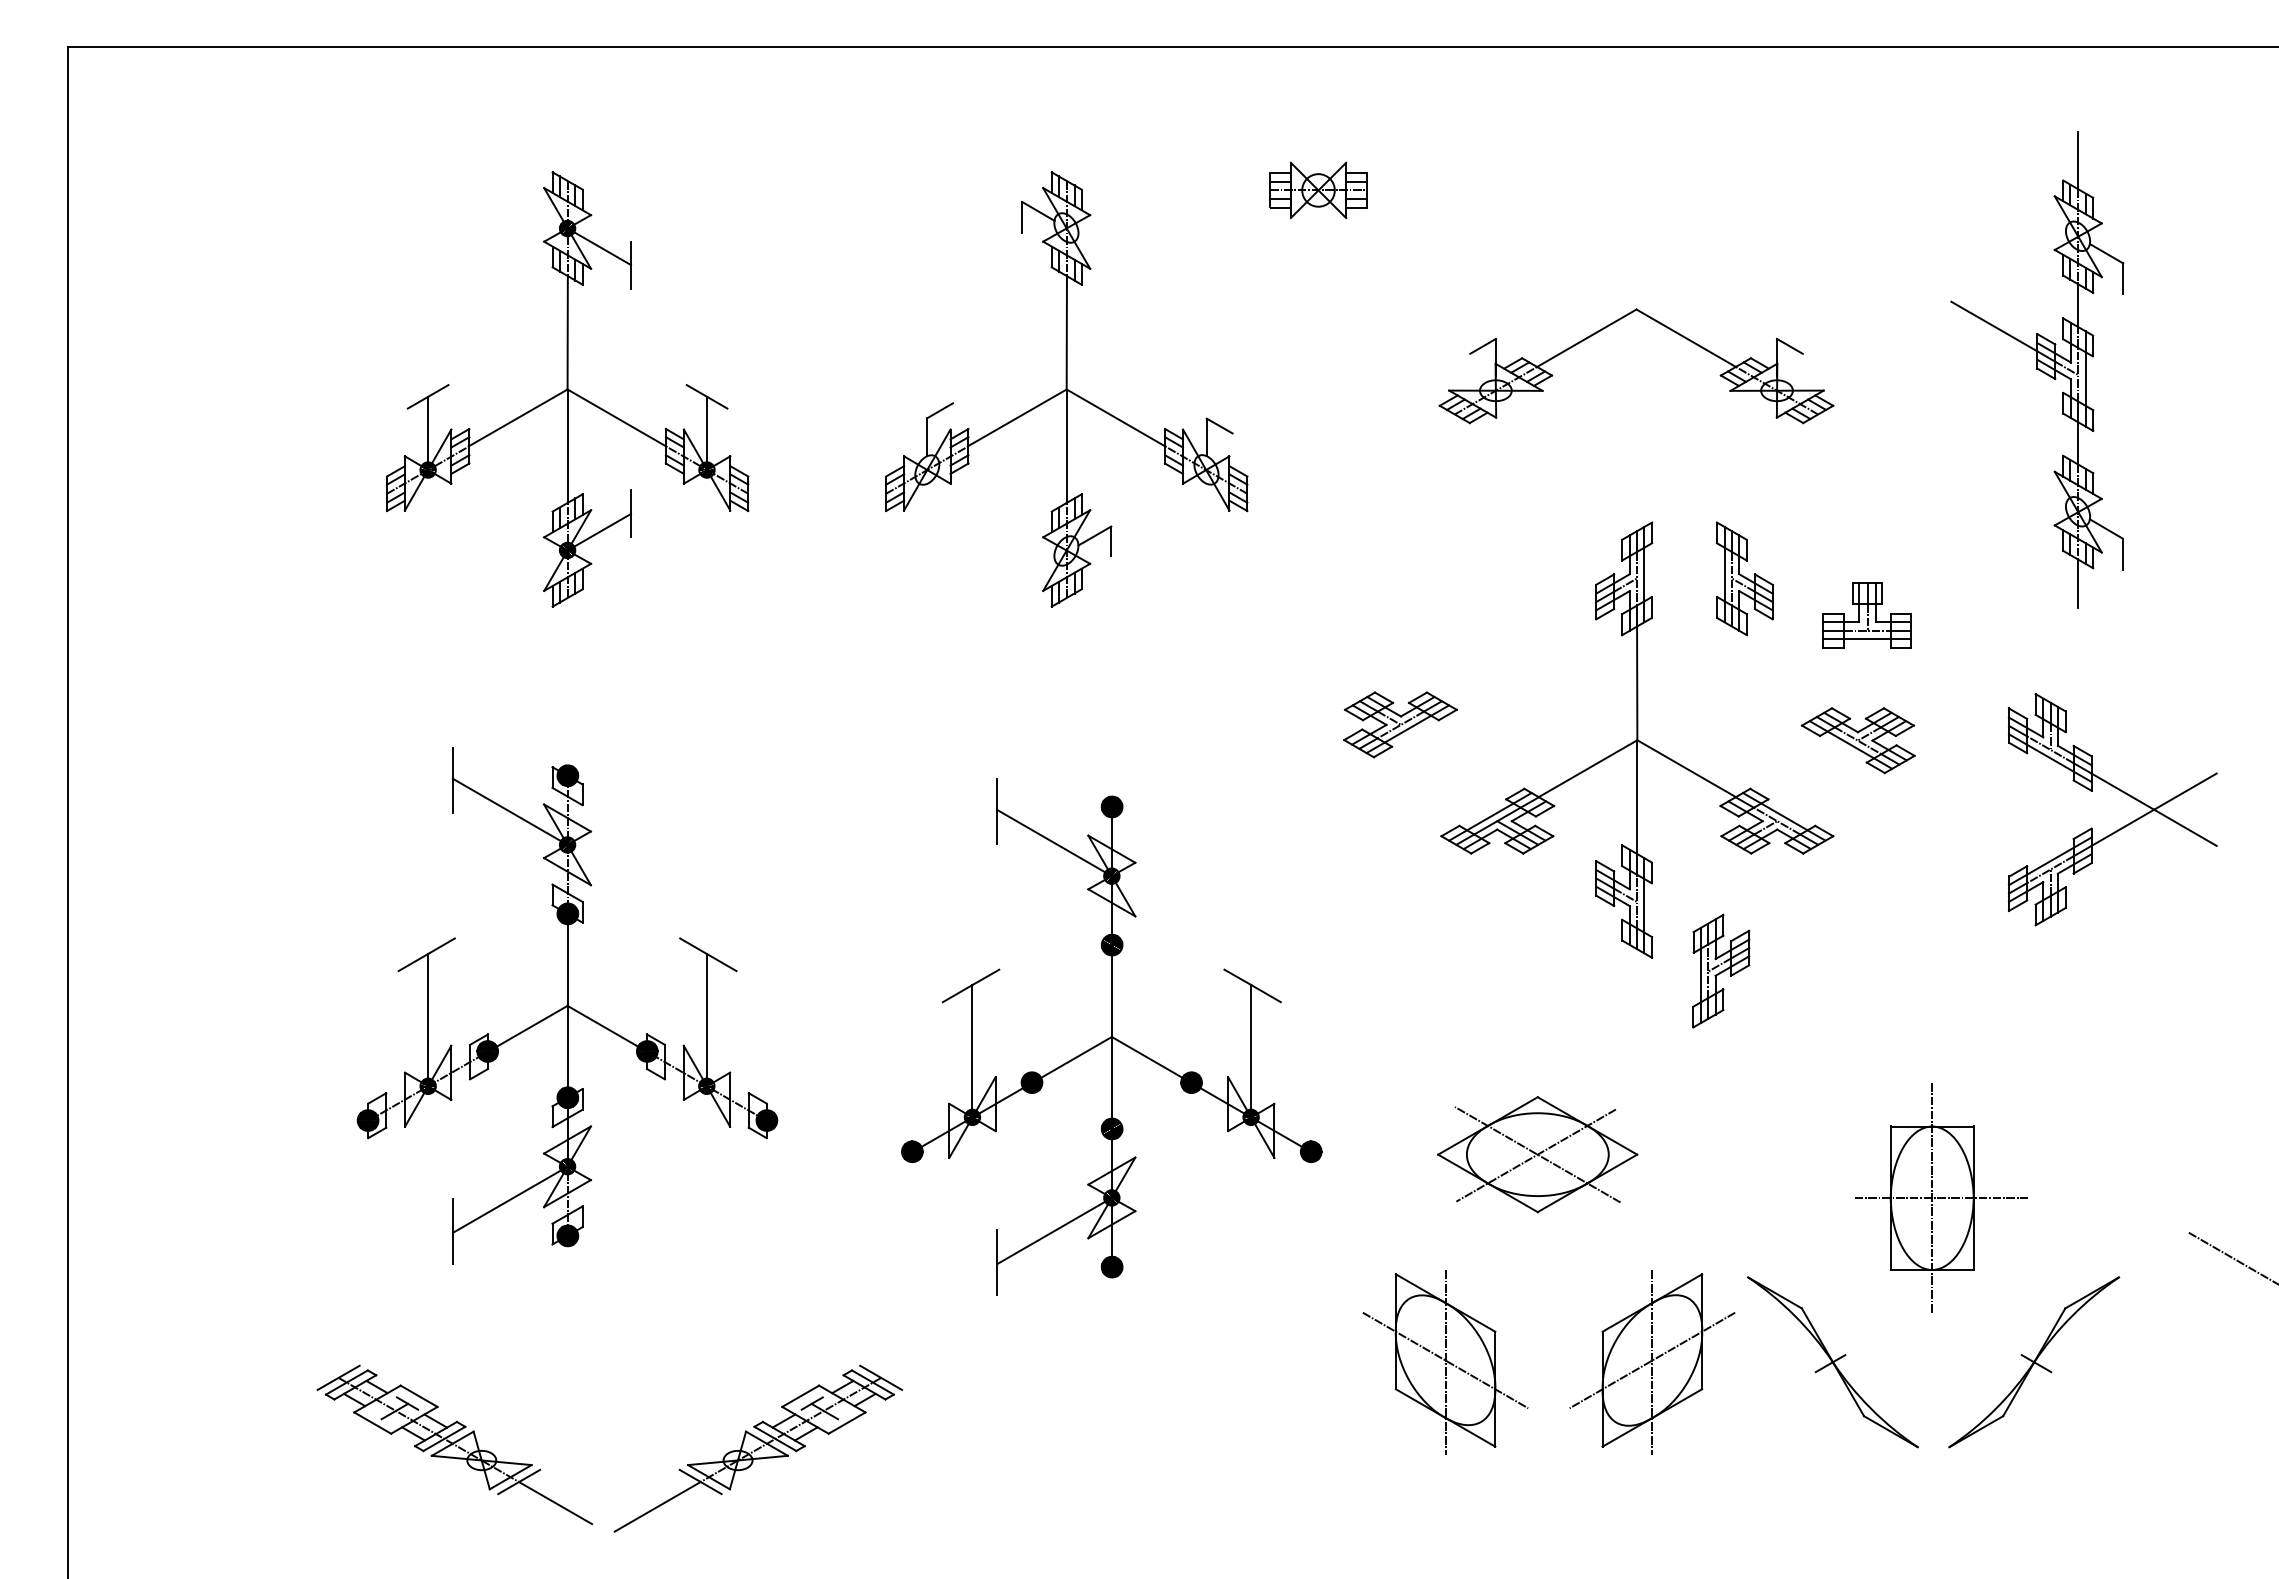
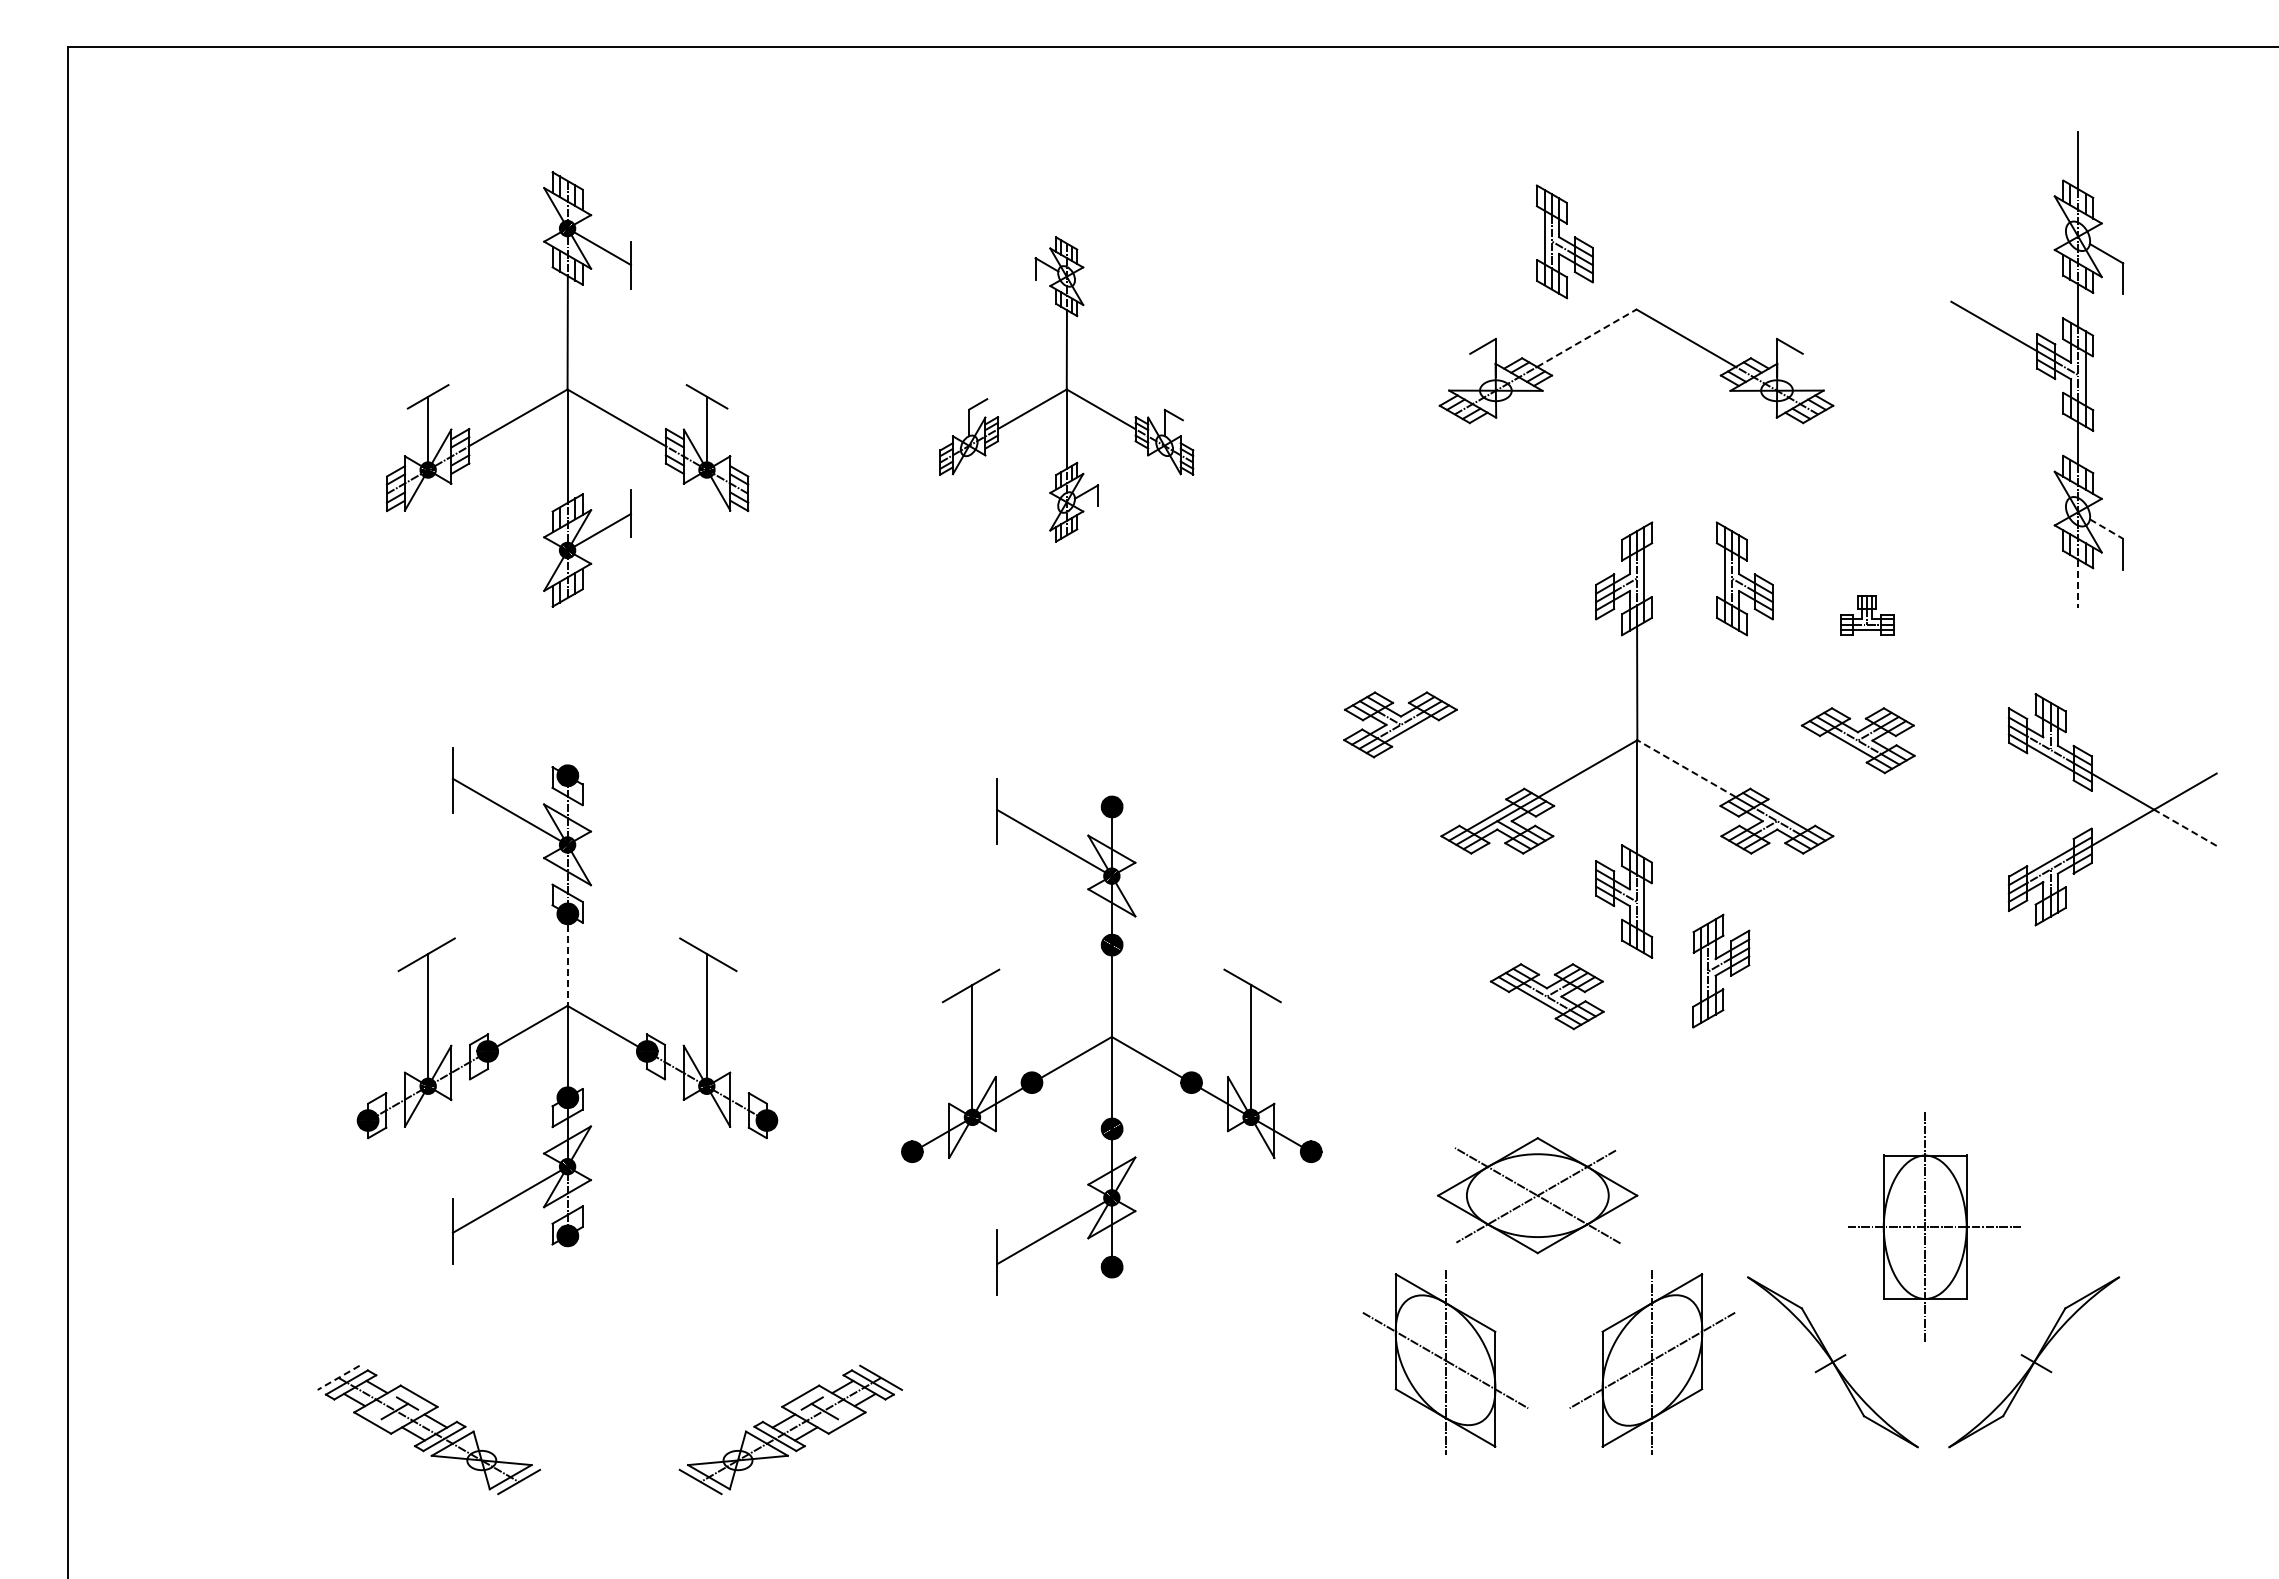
part at (1318, 190): present -> none
part at (1564, 241): none -> present
line at (1587, 338): solid -> dashed
part at (1066, 389) size: 364x437 px -> 256x307 px
line at (2106, 529): solid -> dashed
line at (2078, 584): solid -> dashed
part at (1866, 615) size: 90x67 px -> 55x41 px
line at (1686, 768): solid -> dashed
line at (2185, 827): solid -> dashed
line at (567, 959): solid -> dashed
part at (1546, 996): none -> present
part at (1537, 1154) position: (1537, 1154) -> (1537, 1195)
part at (1941, 1197) position: (1941, 1197) -> (1934, 1226)
line at (2231, 1257): present -> none
line at (338, 1378): solid -> dashed
line at (555, 1503): present -> none
line at (657, 1506): present -> none
